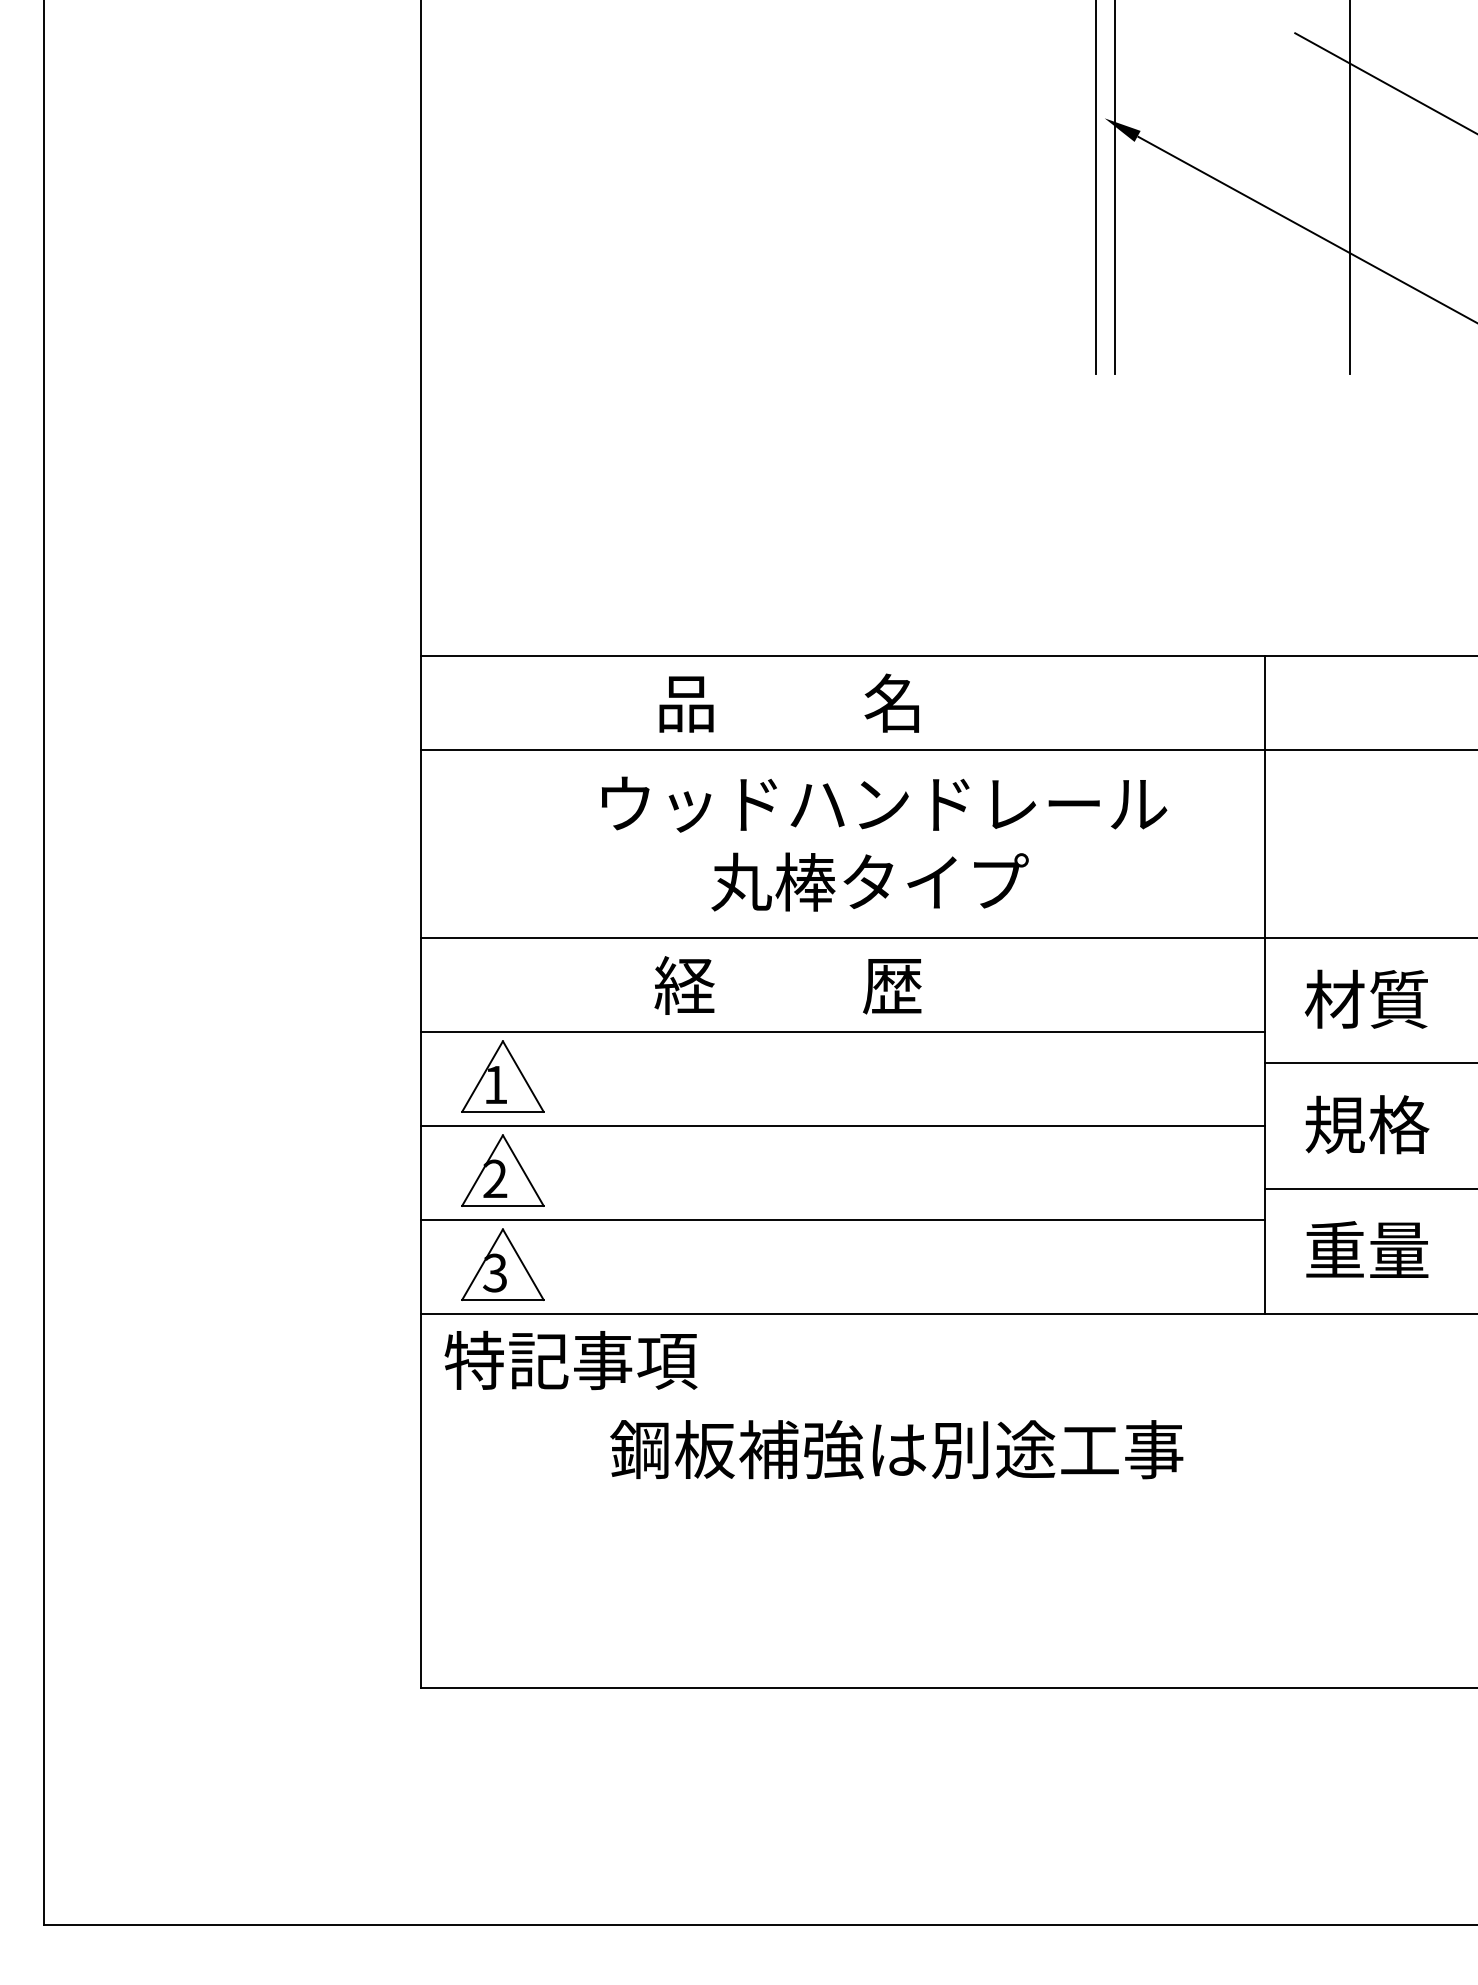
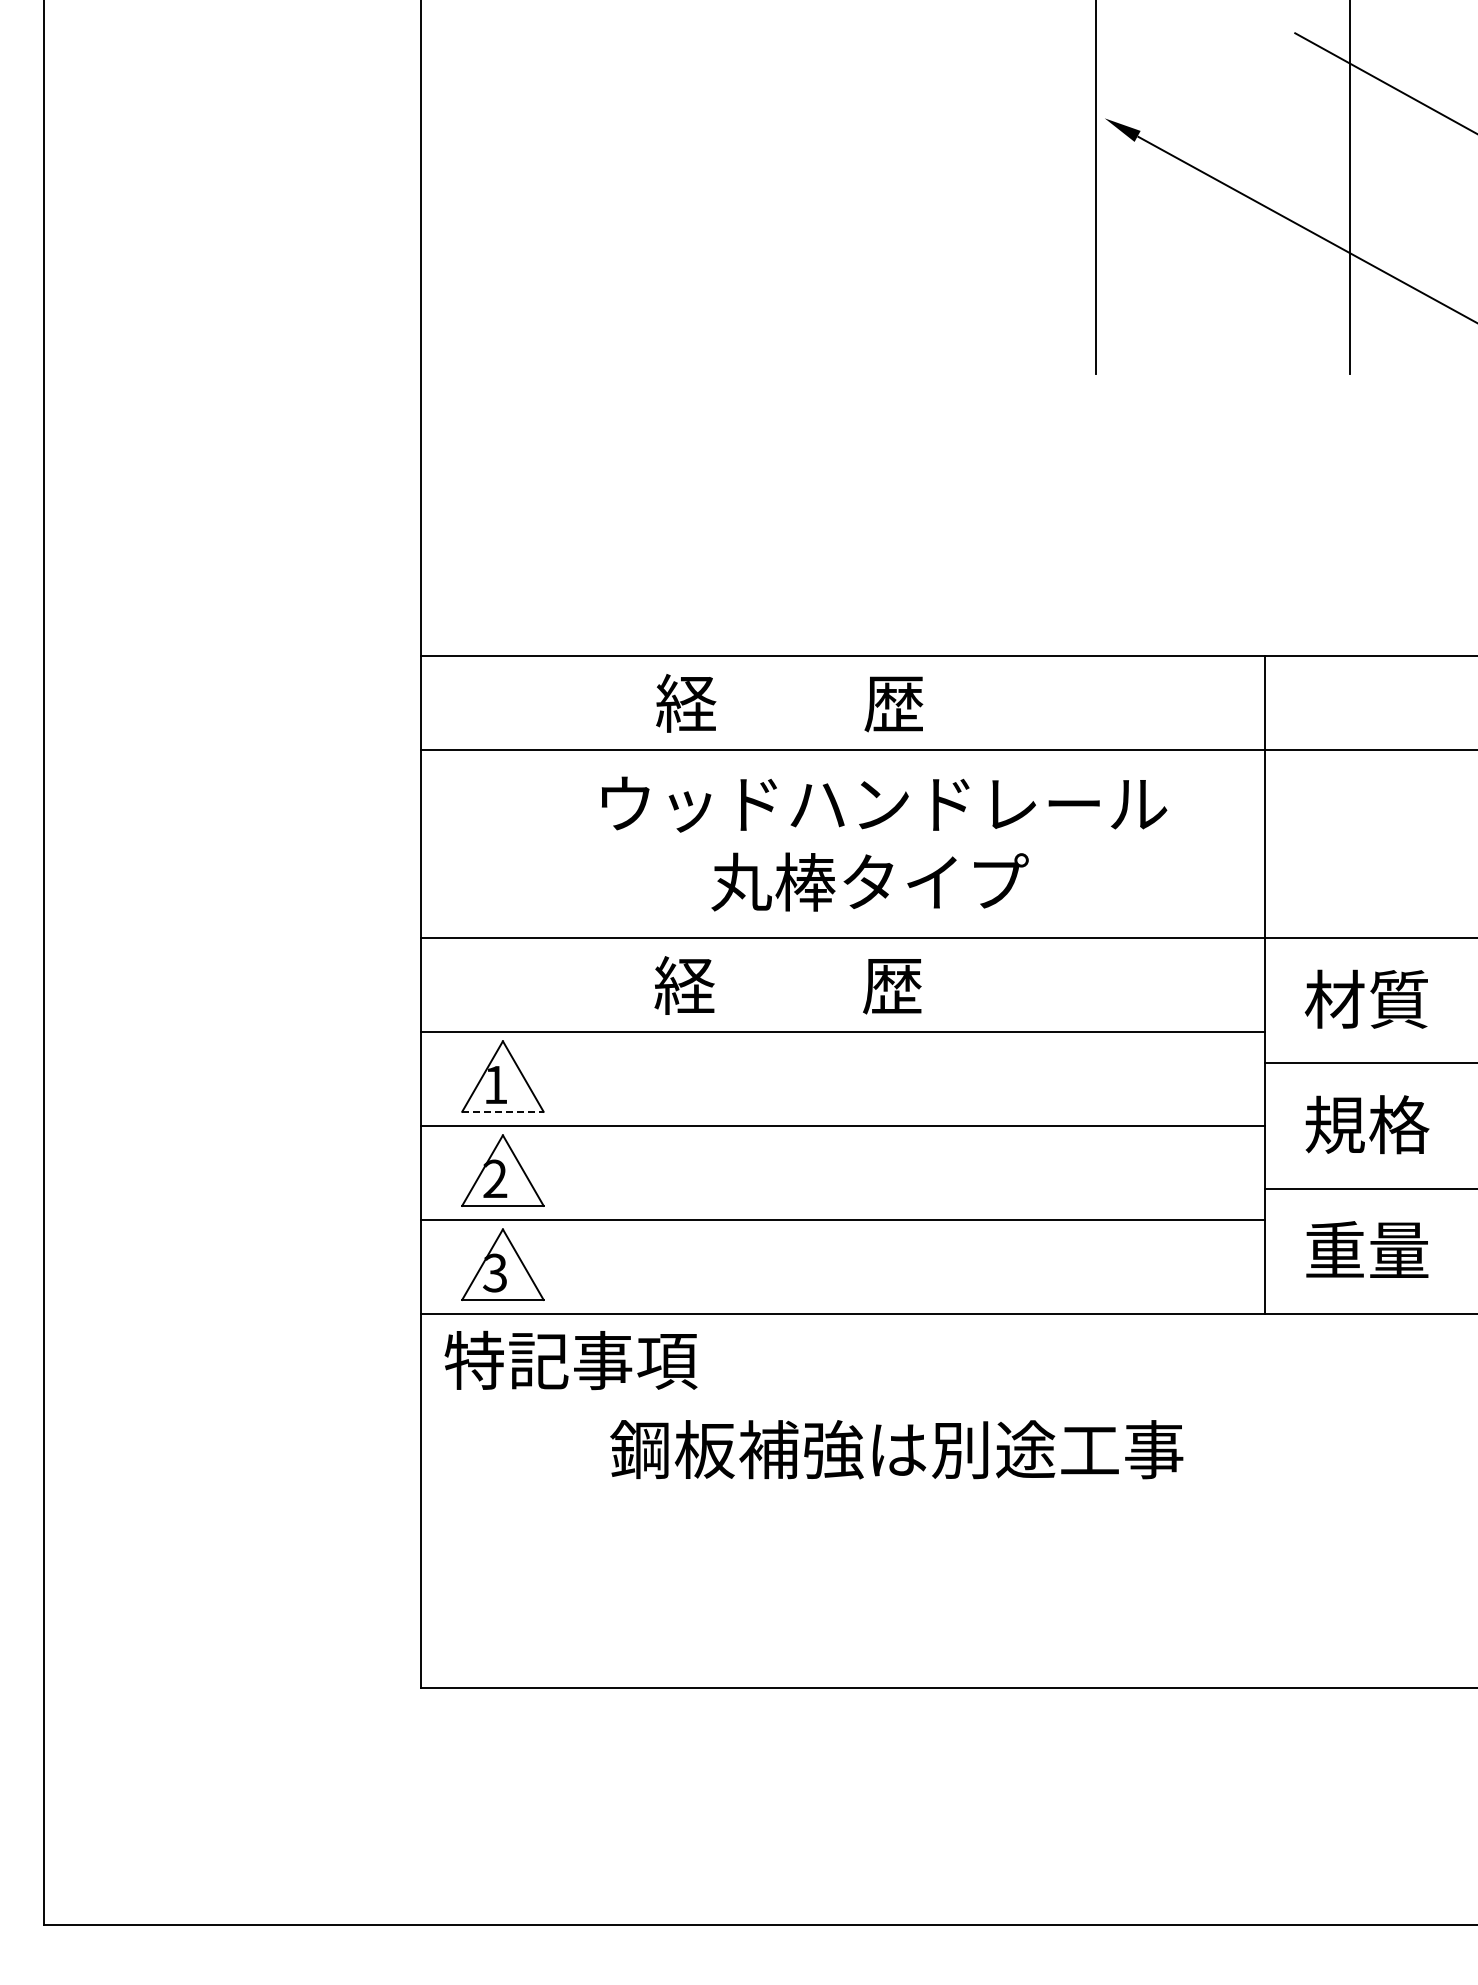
line at (1115, 188): present -> none
text at (789, 702): 品          名 -> 経          歴
line at (502, 1111): solid -> dashed
